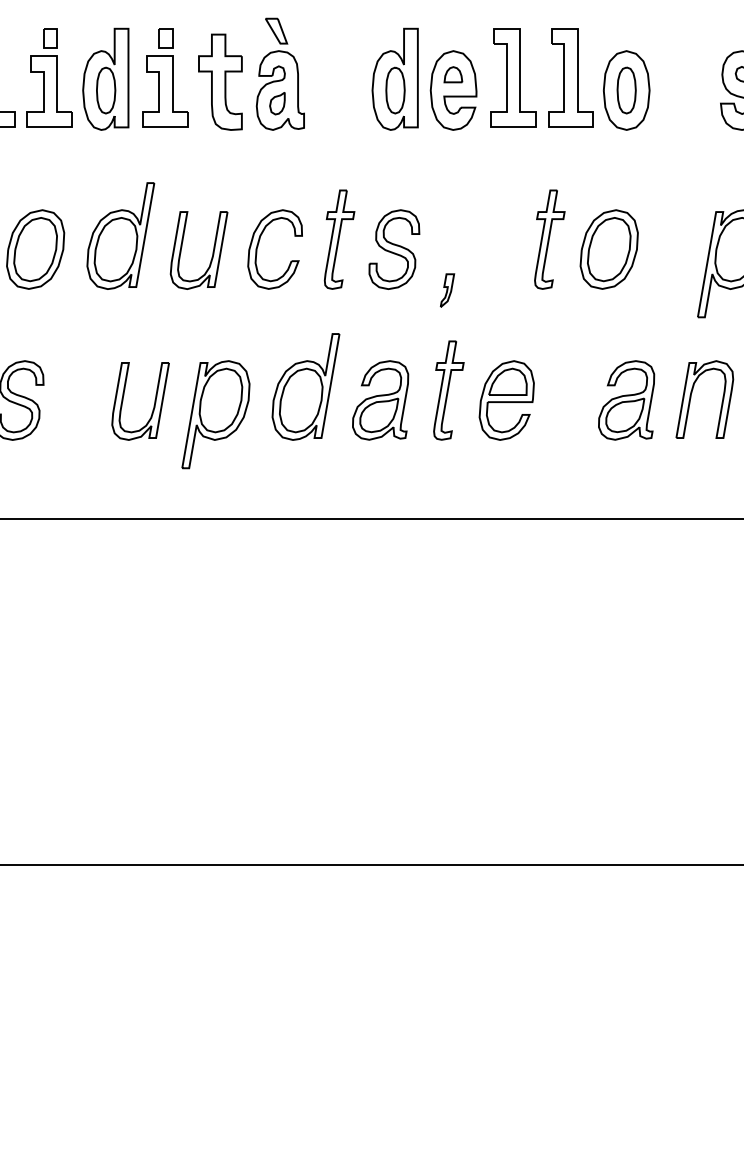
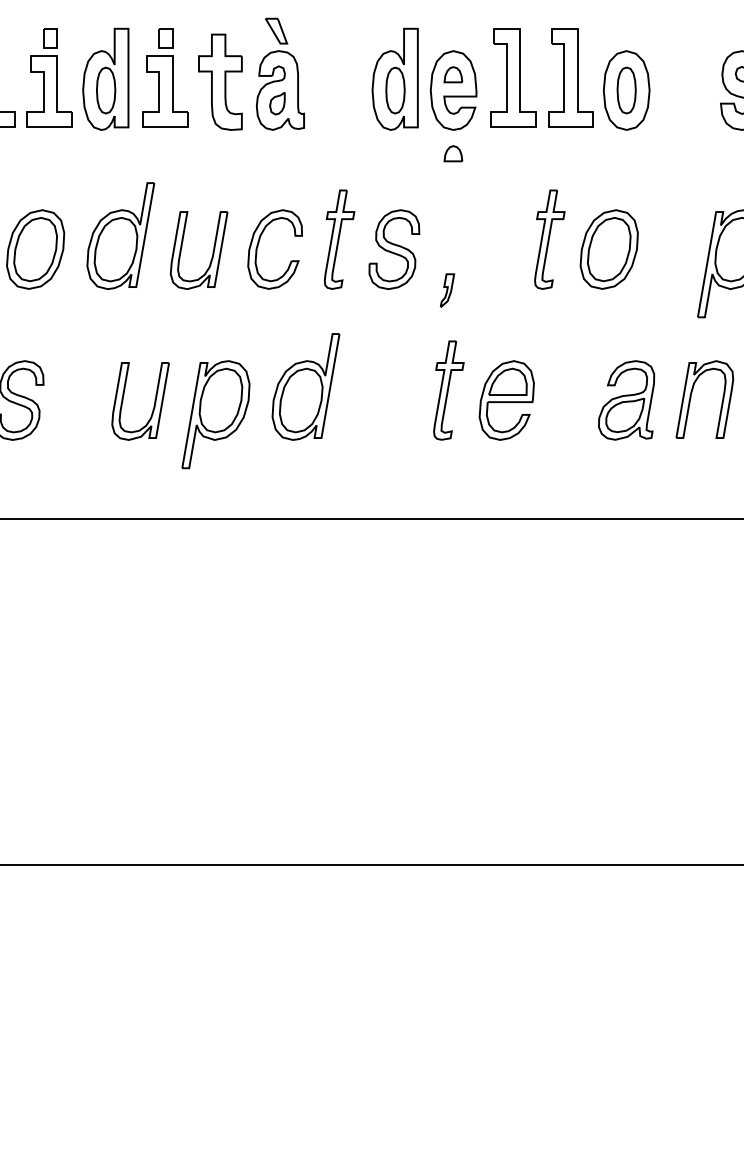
part at (453, 153): none -> present
part at (380, 400): present -> none
